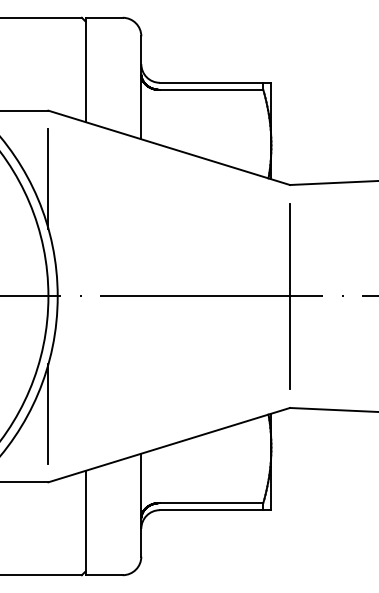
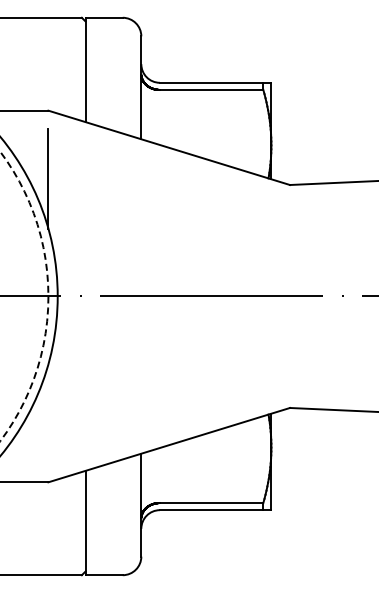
circle at (24, 296): solid -> dashed
line at (289, 296): present -> none
line at (48, 413): present -> none
